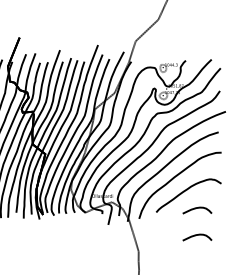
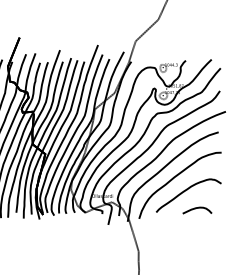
curve at (197, 235): present -> none
